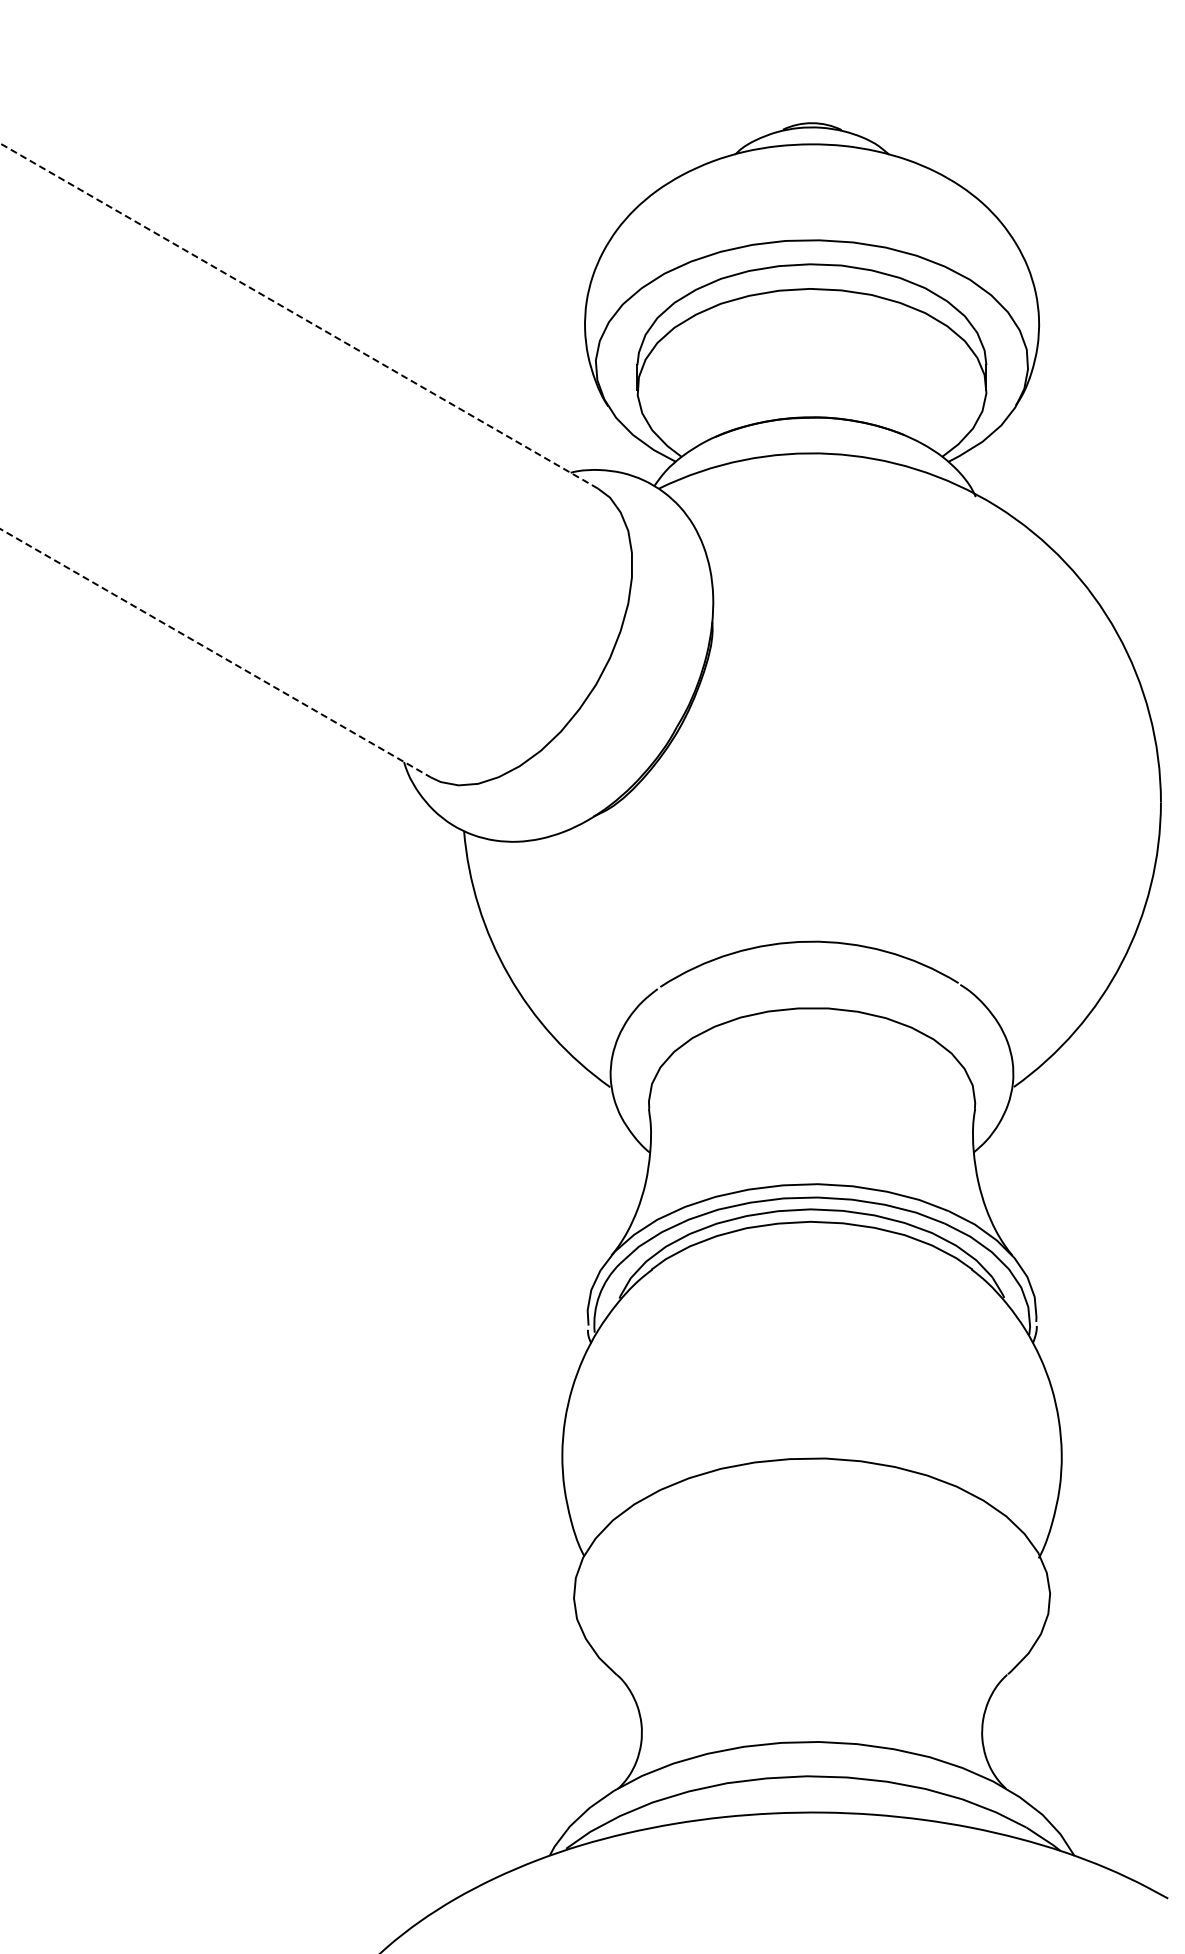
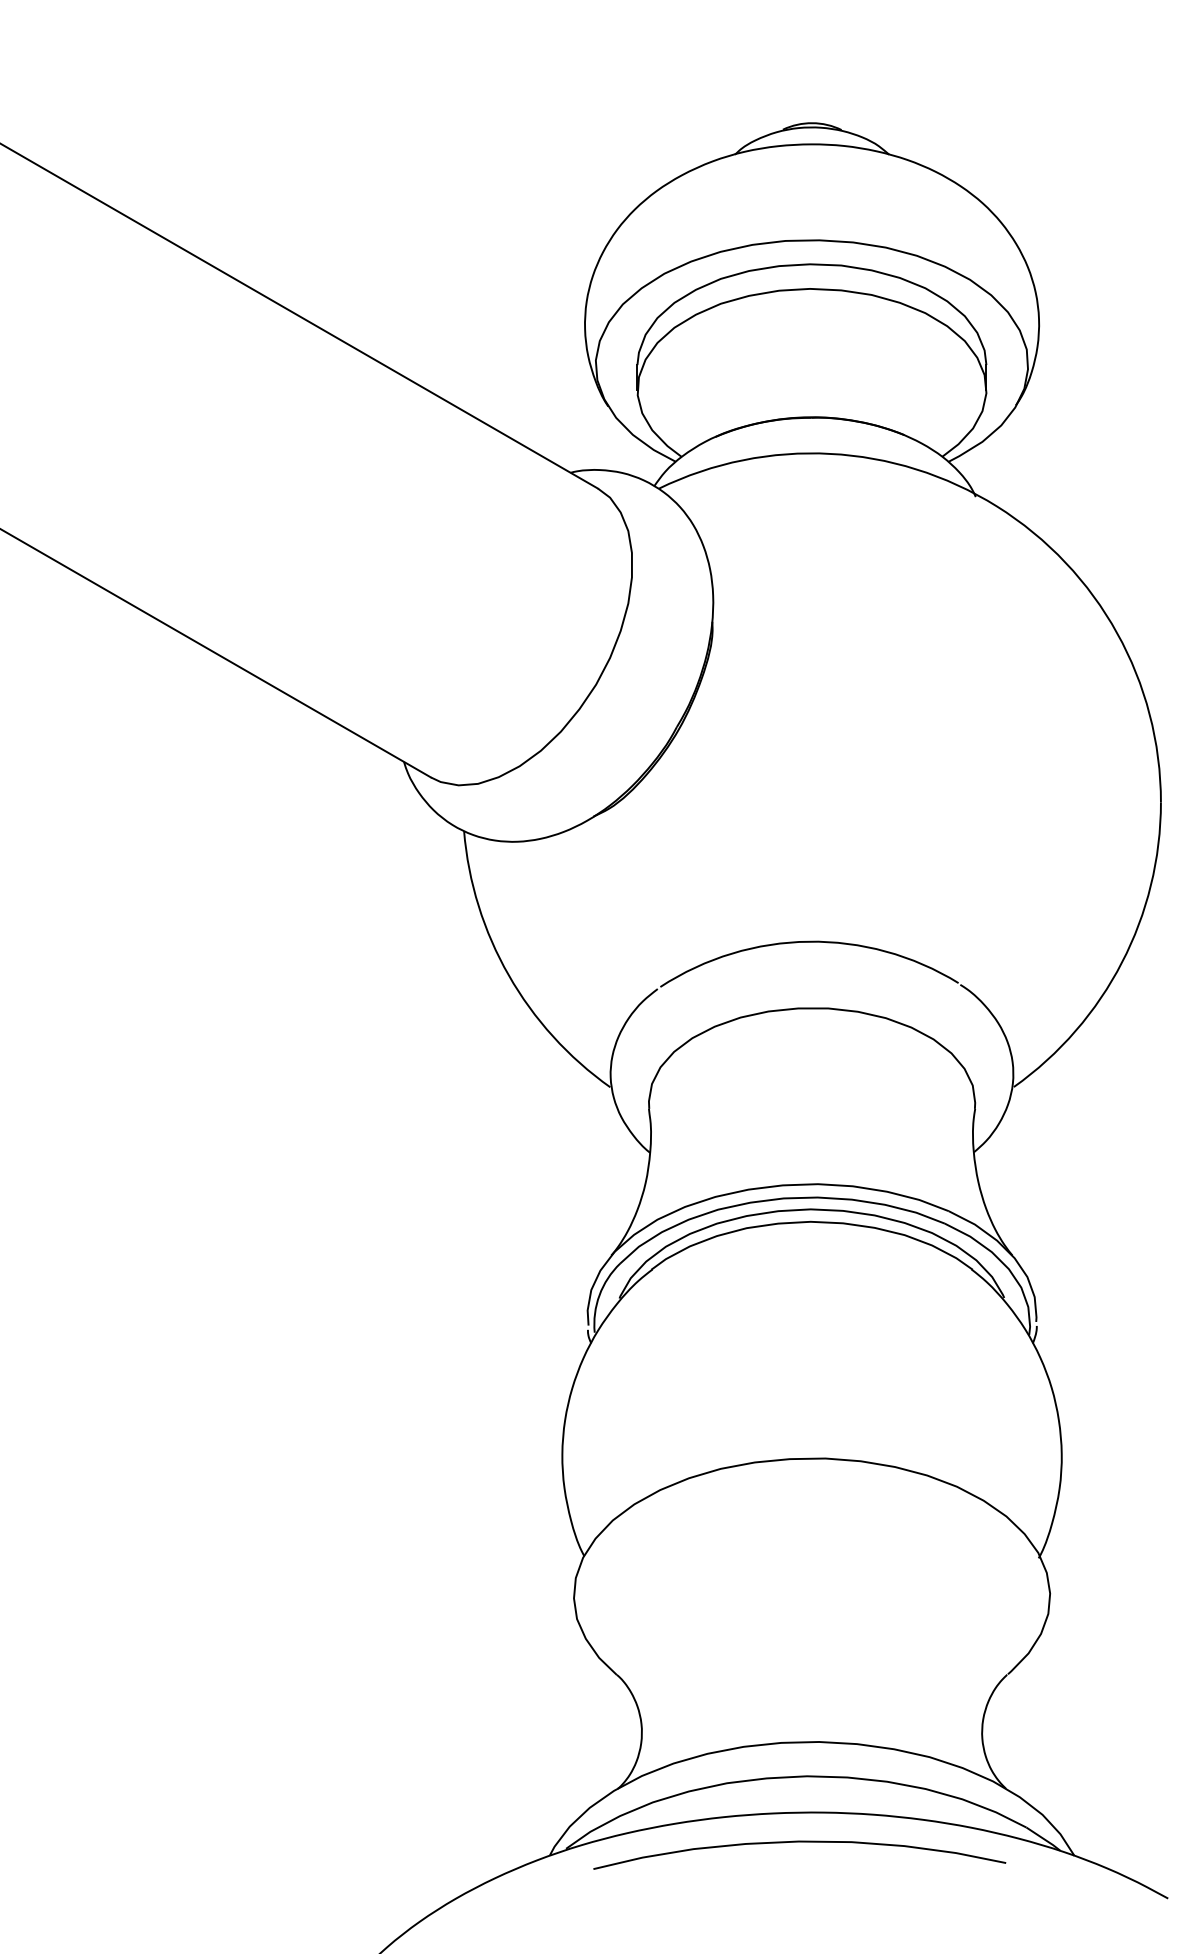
line at (299, 316): dashed -> solid
line at (215, 653): dashed -> solid
curve at (799, 1842): none -> present
